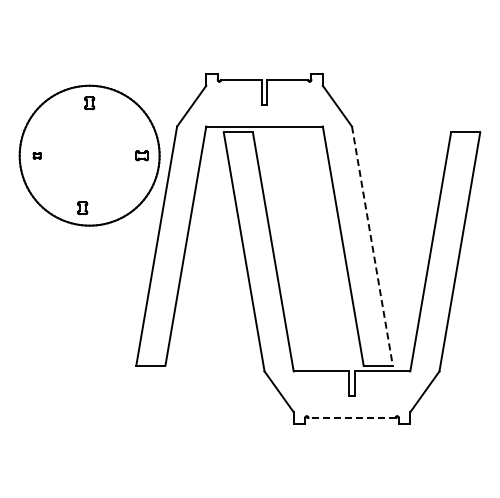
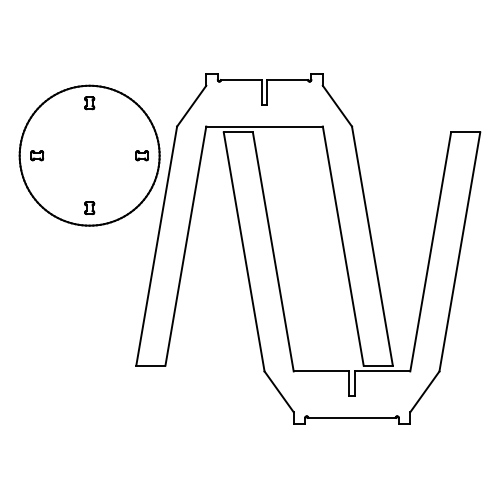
part at (36, 155) size: 10x8 px -> 15x12 px
part at (82, 207) position: (82, 207) -> (89, 207)
line at (372, 246): dashed -> solid
line at (352, 418): dashed -> solid
